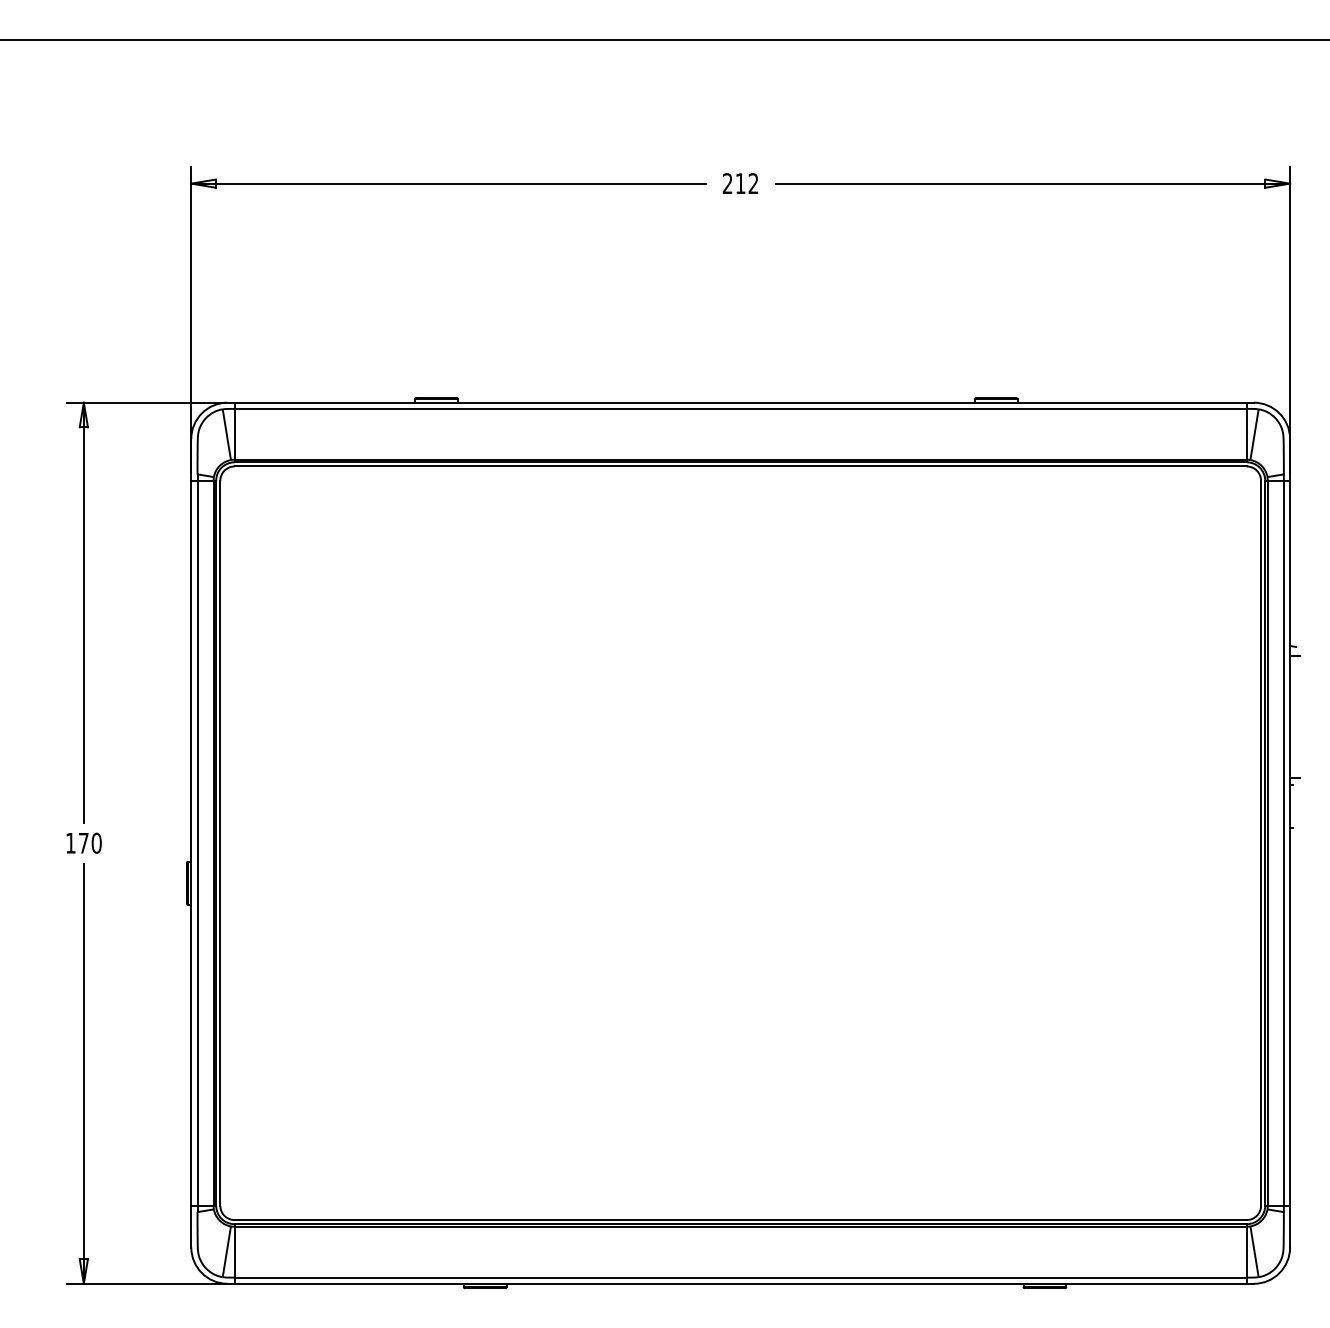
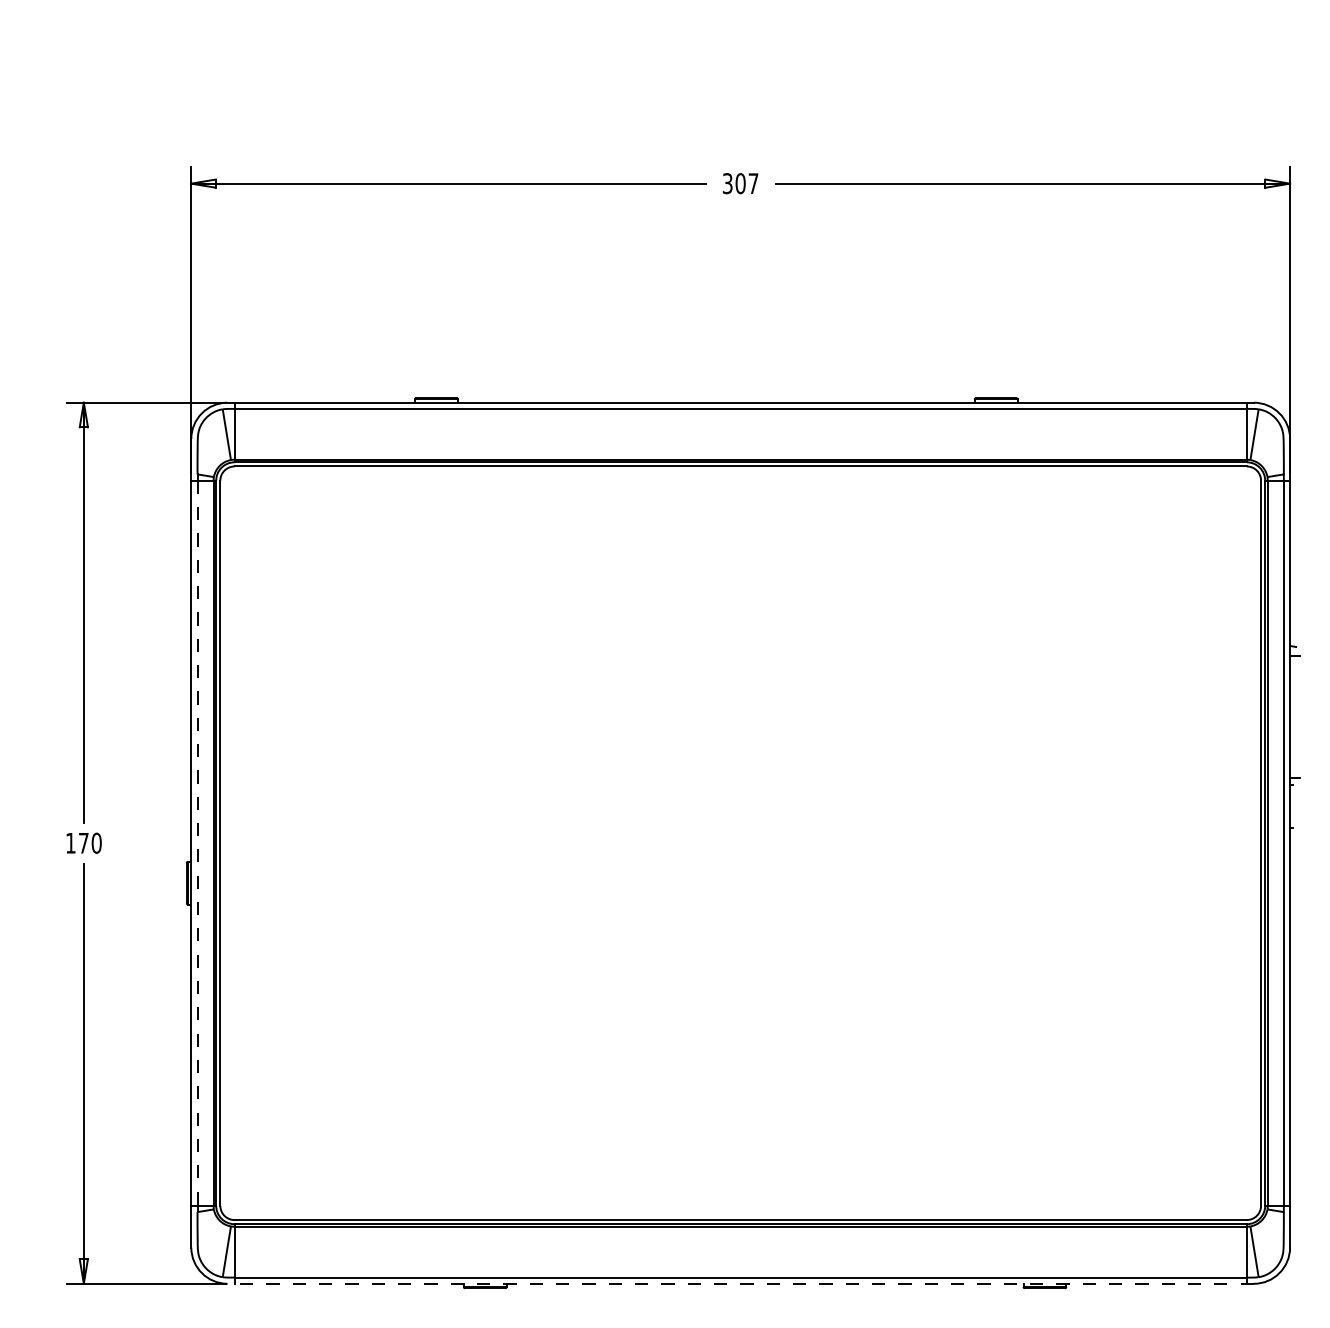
line at (664, 39): present -> none
text at (740, 183): 212 -> 307
line at (197, 843): solid -> dashed
line at (740, 1283): solid -> dashed
